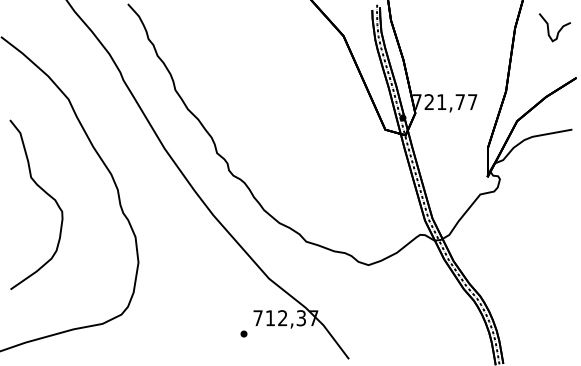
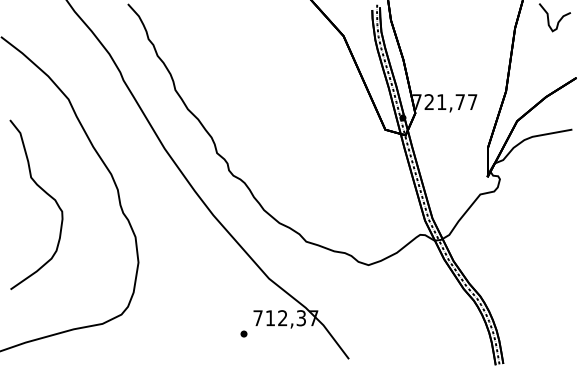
curve at (558, 30) position: (558, 30) -> (558, 20)
